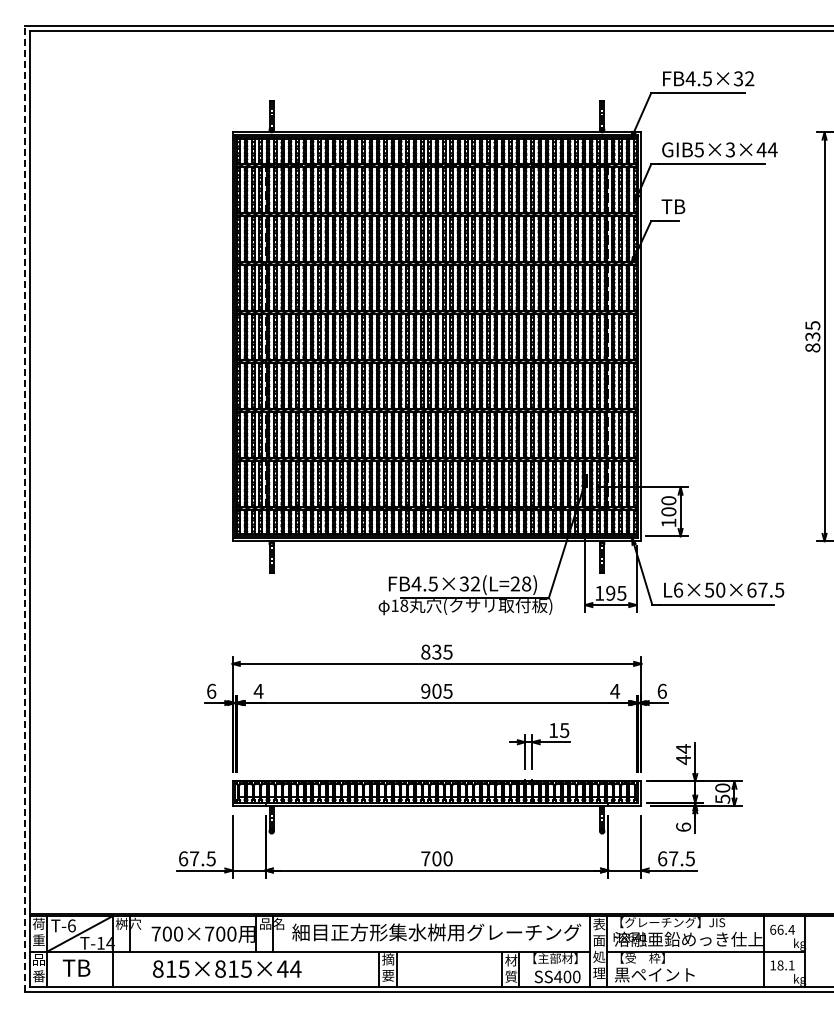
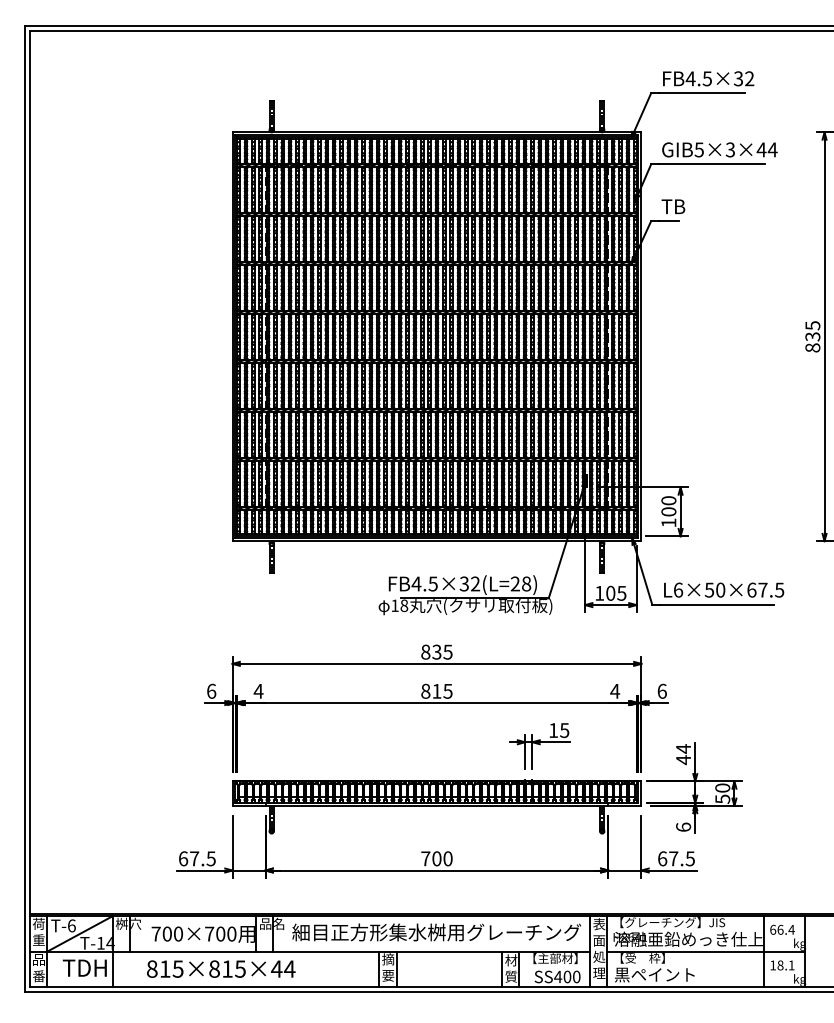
line at (24, 508): dashed -> solid
text at (610, 593): 195 -> 105
text at (431, 690): 905 -> 815
text at (93, 967): TB -> TDH
text at (227, 968) position: (227, 968) -> (221, 968)
